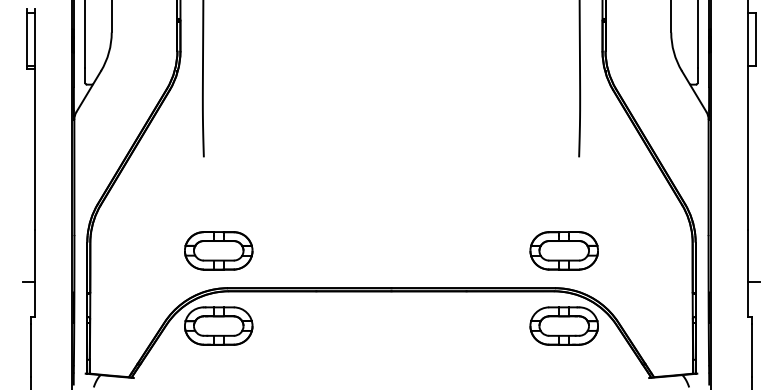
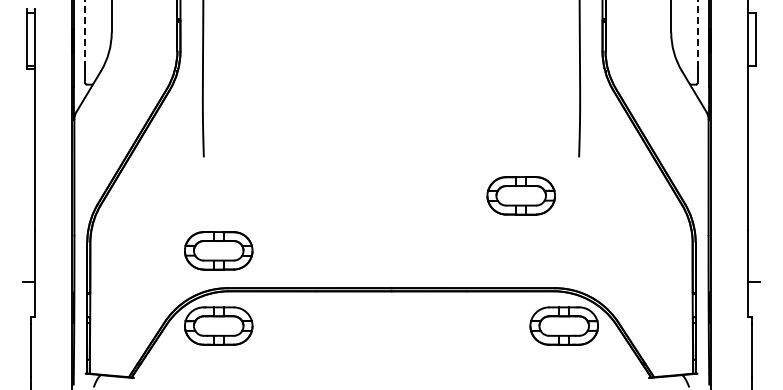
line at (85, 33): solid -> dashed
line at (697, 33): solid -> dashed
part at (563, 250) position: (563, 250) -> (520, 195)
